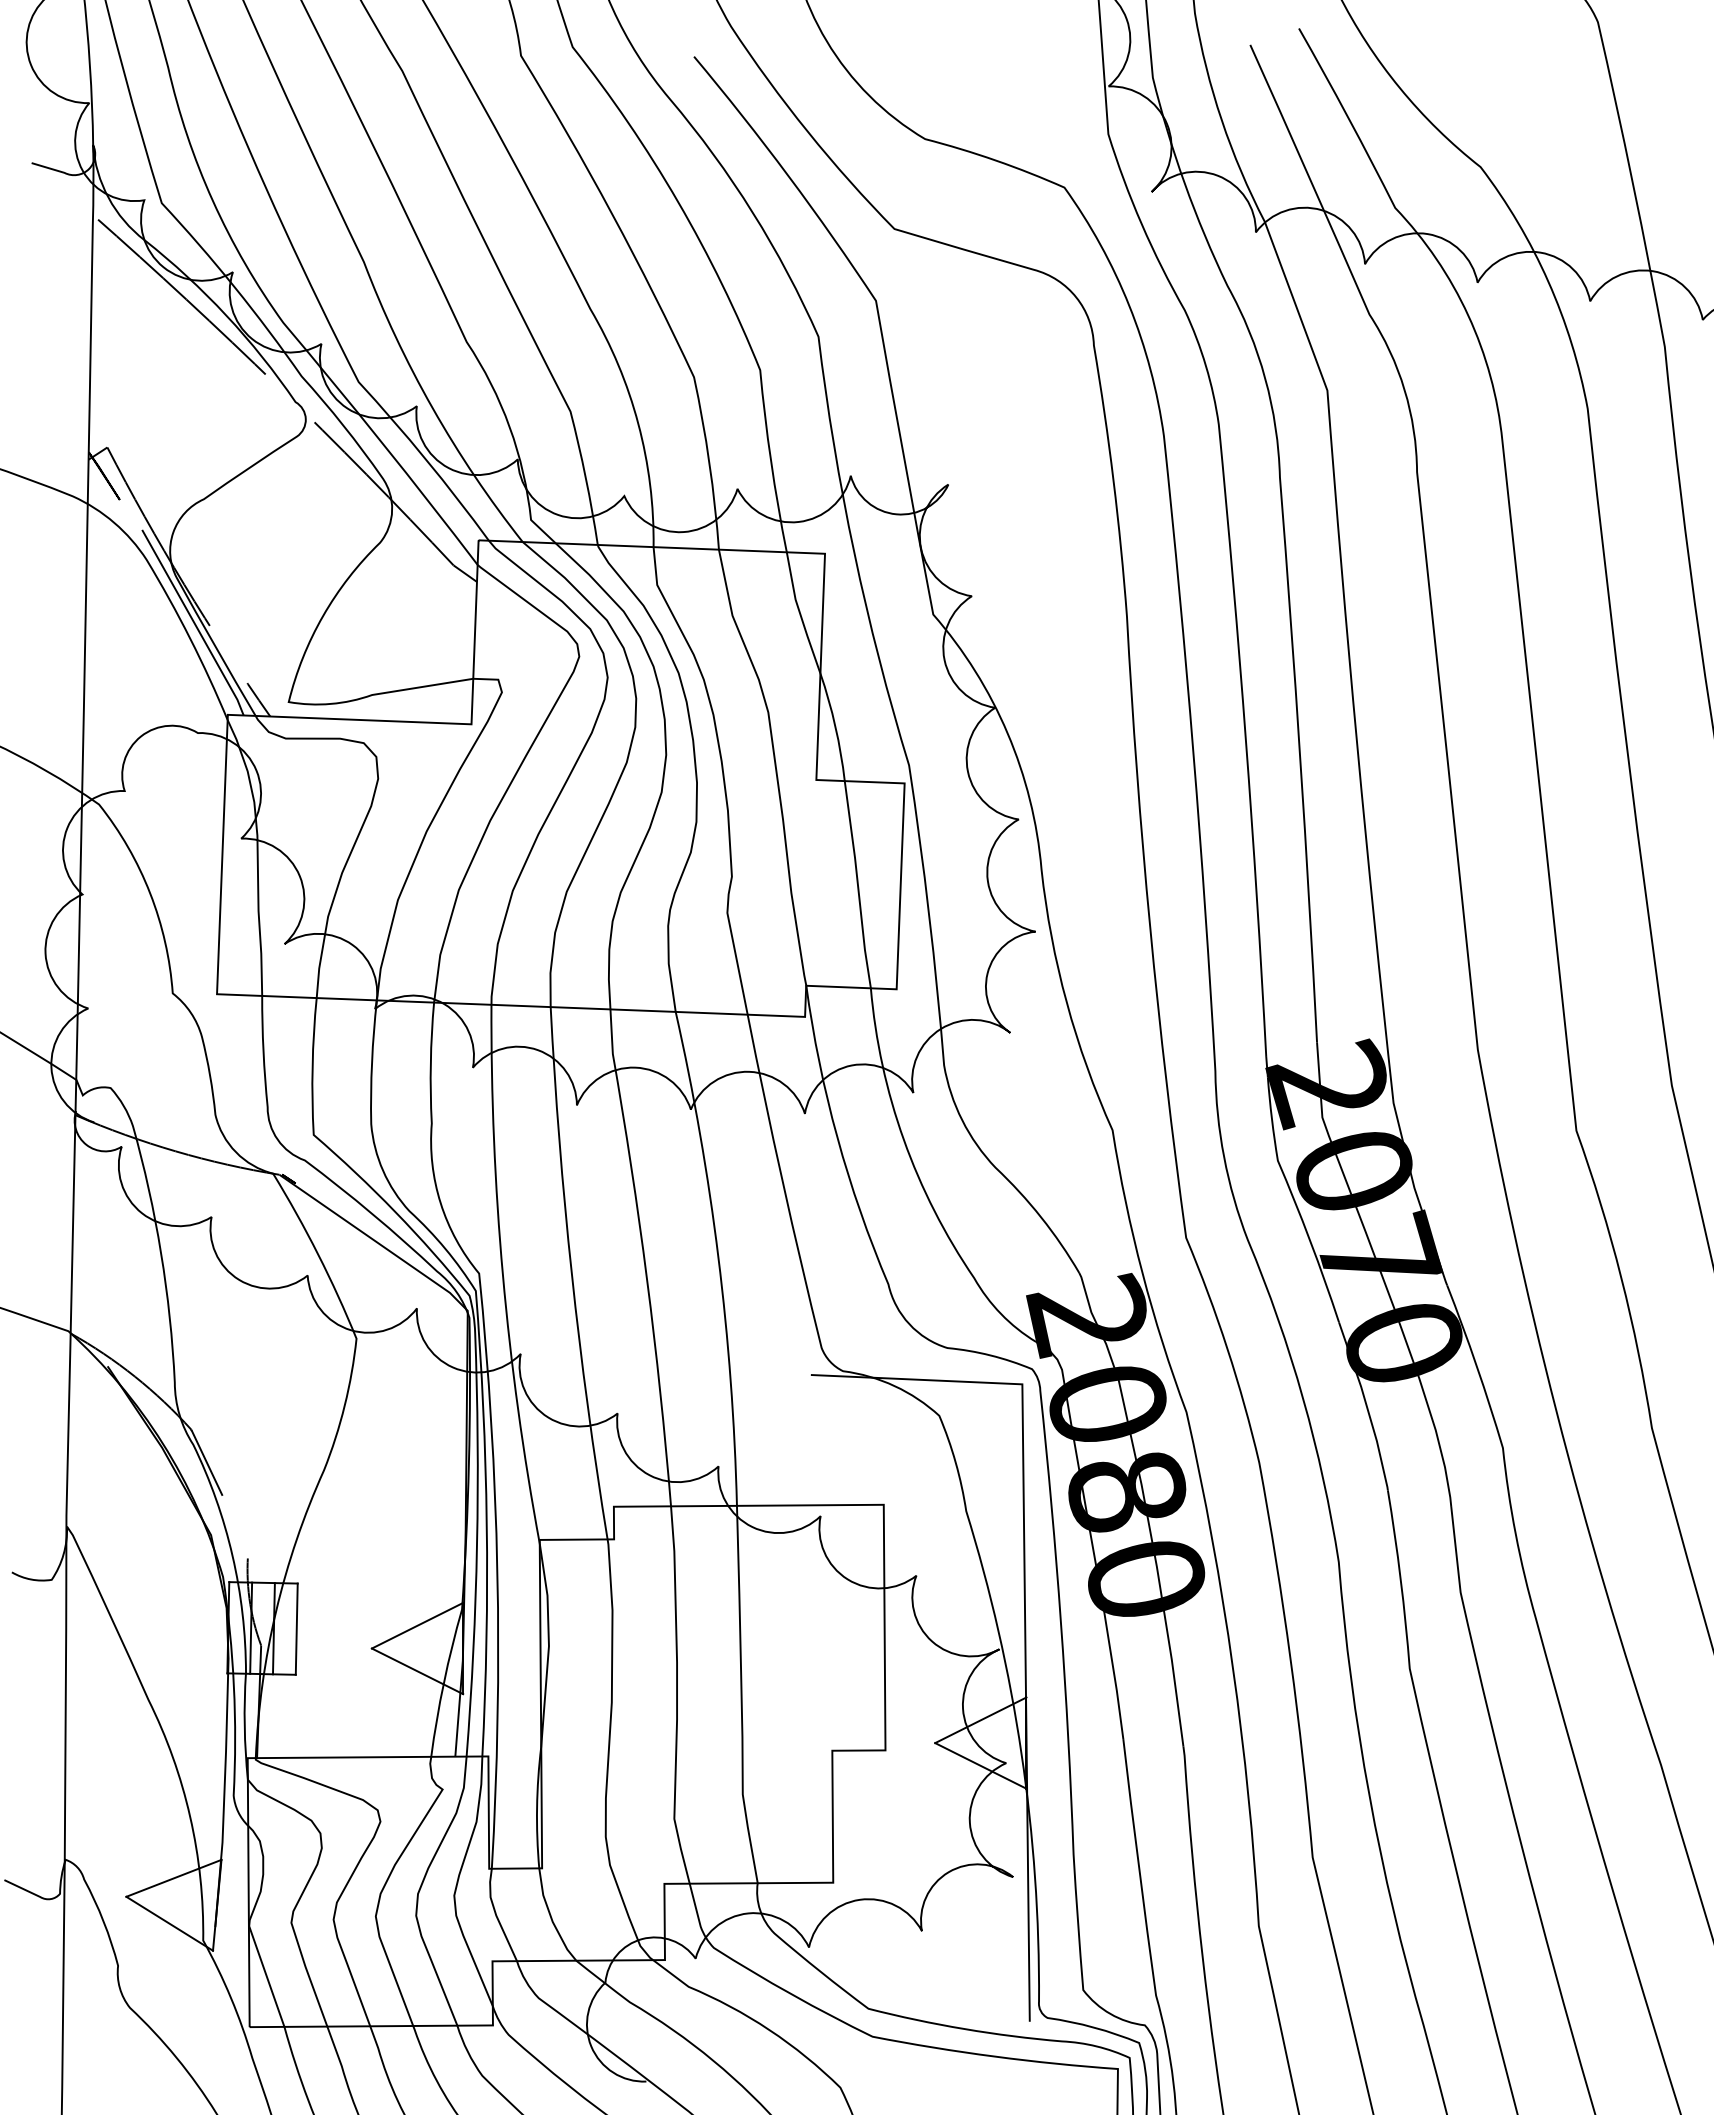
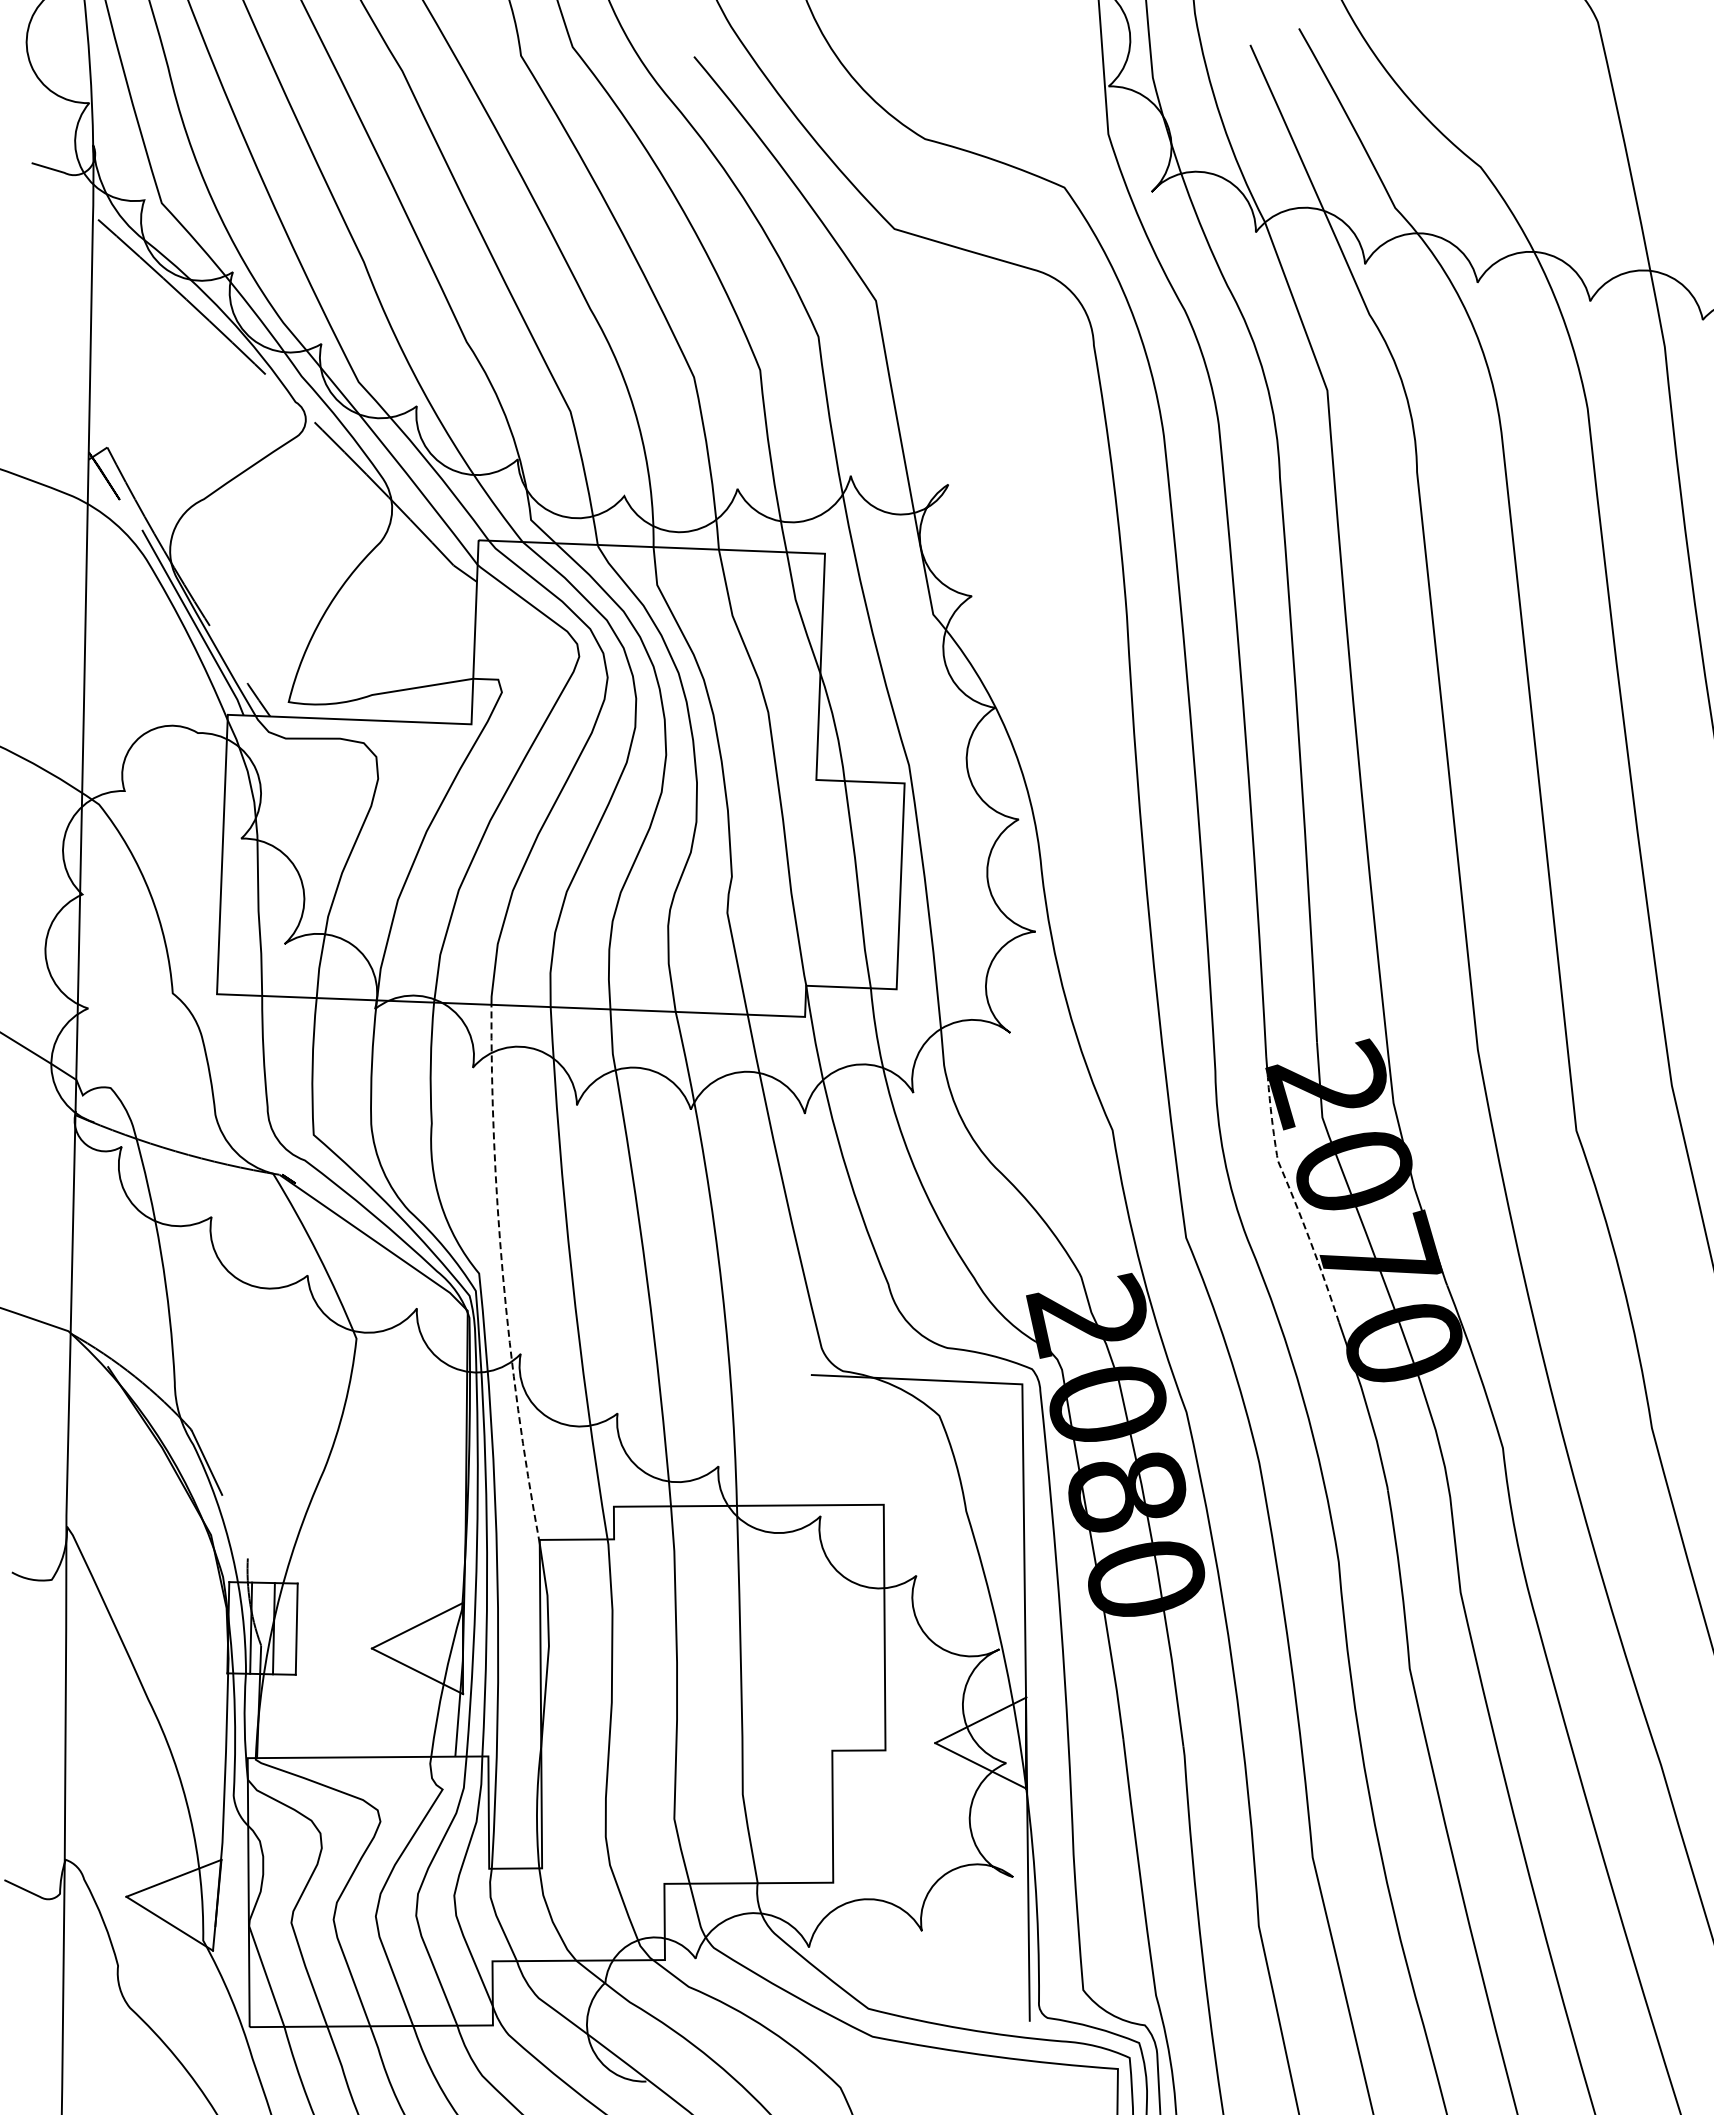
line at (1294, 1199): solid -> dashed
line at (502, 1275): solid -> dashed
